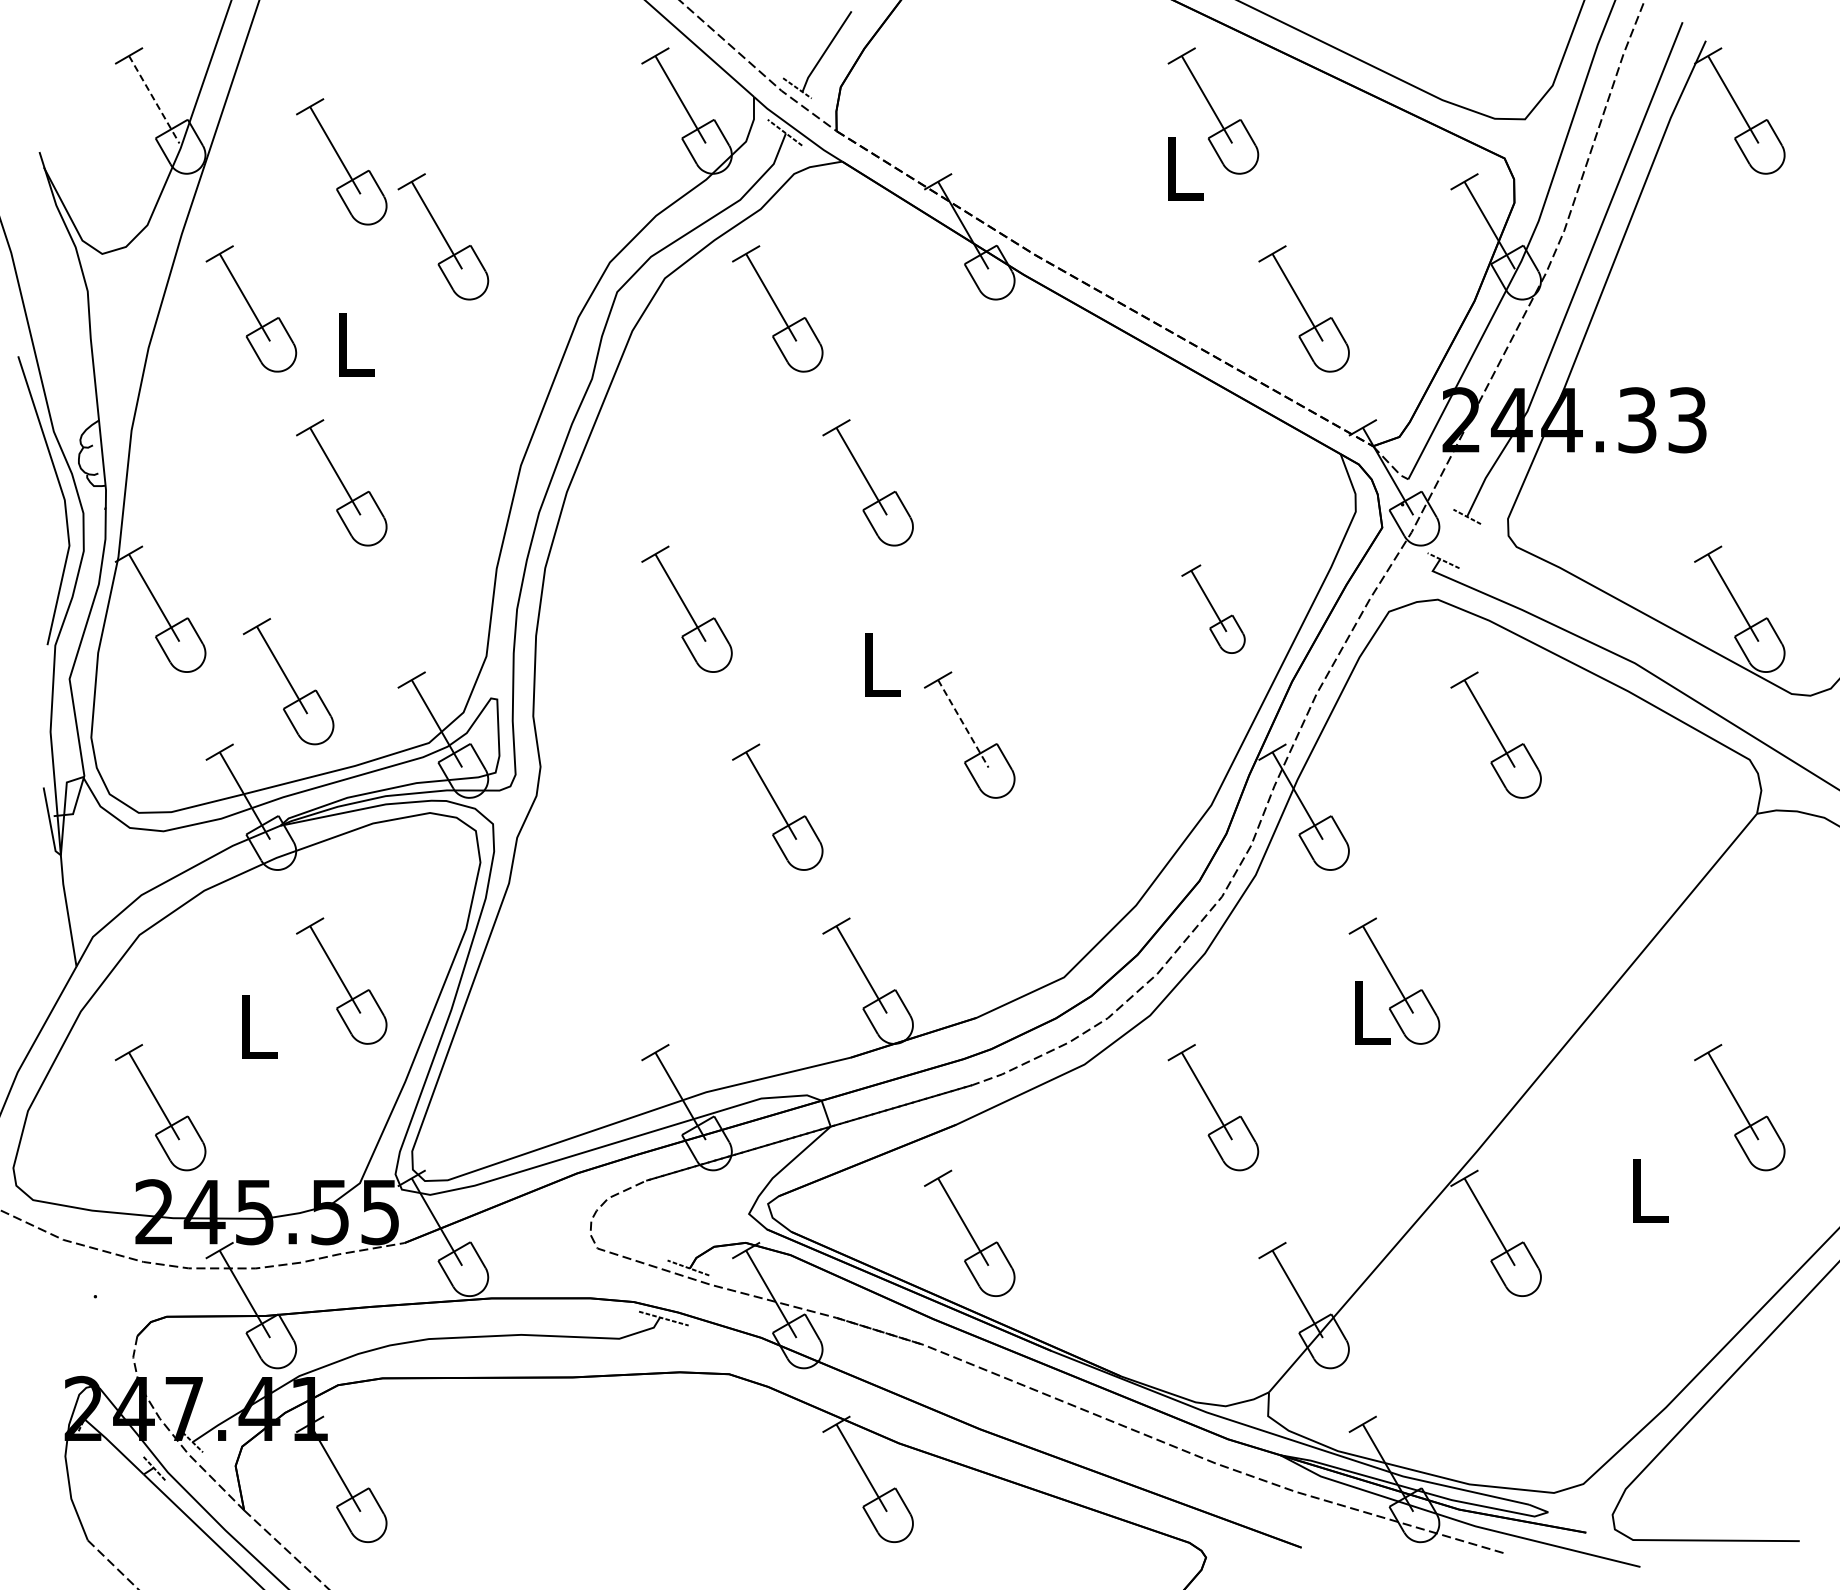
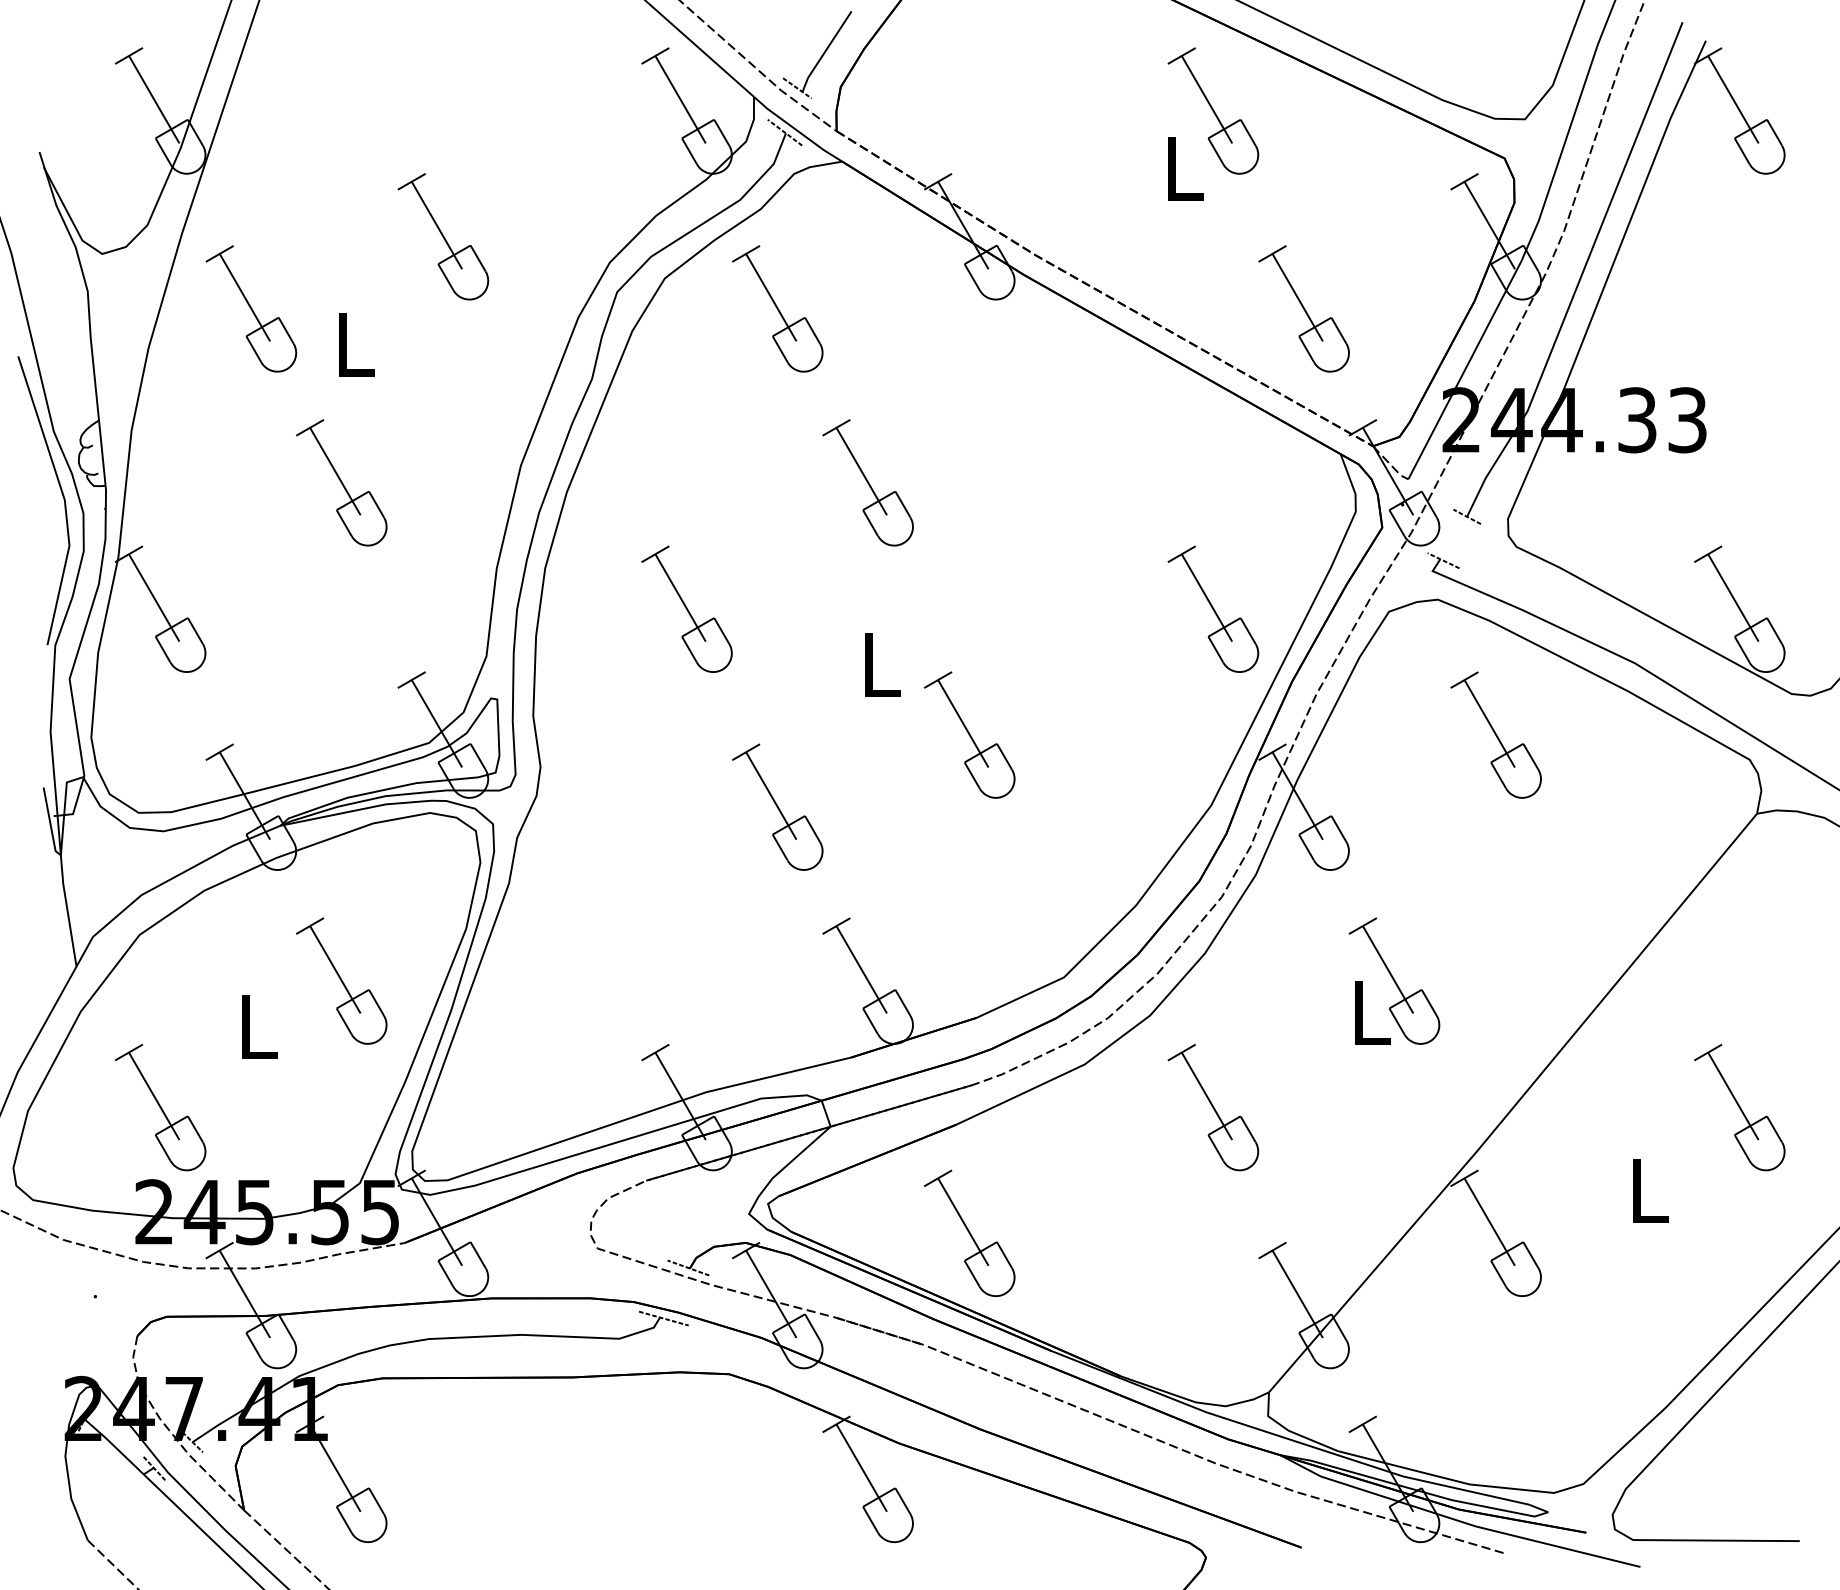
line at (154, 99): dashed -> solid
part at (341, 161): present -> none
part at (1213, 608) size: 65x90 px -> 93x128 px
part at (288, 681): present -> none
line at (963, 723): dashed -> solid
